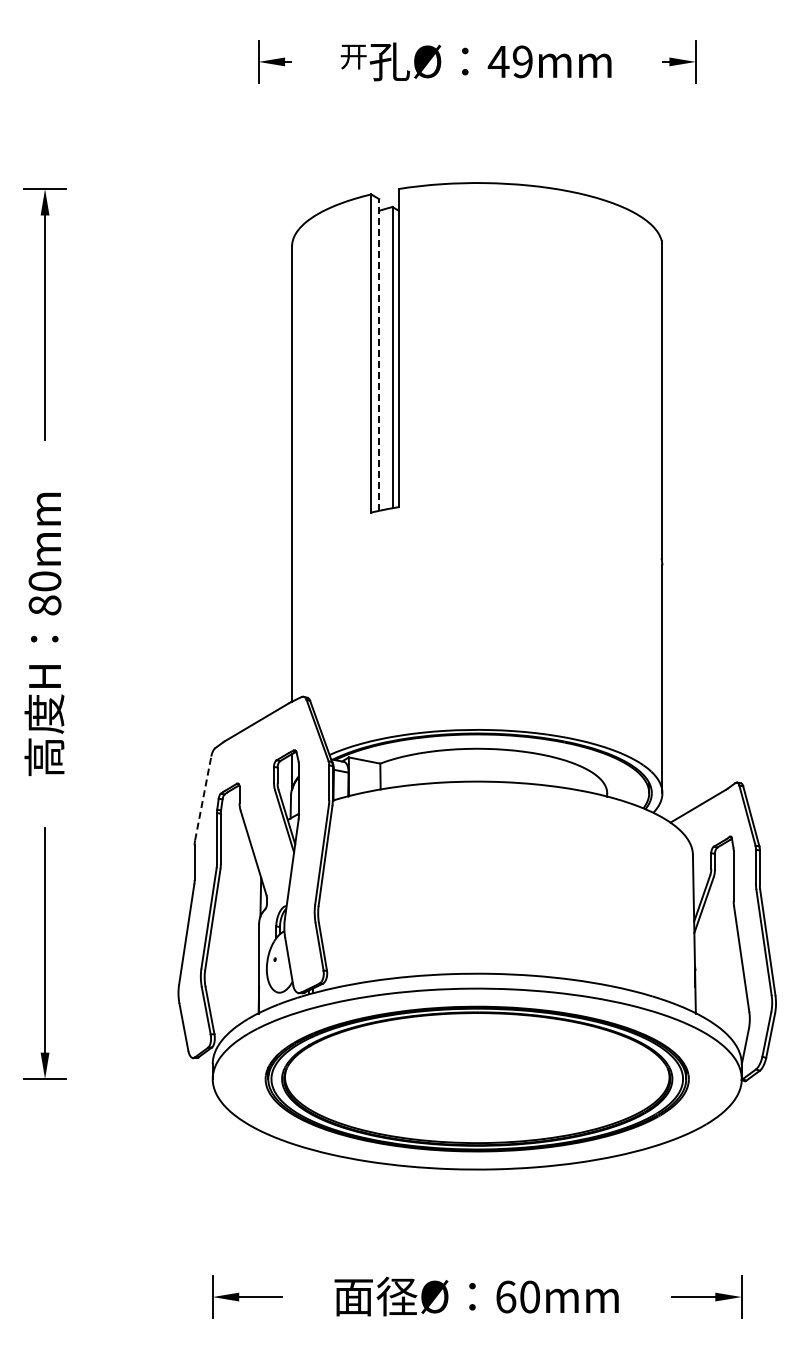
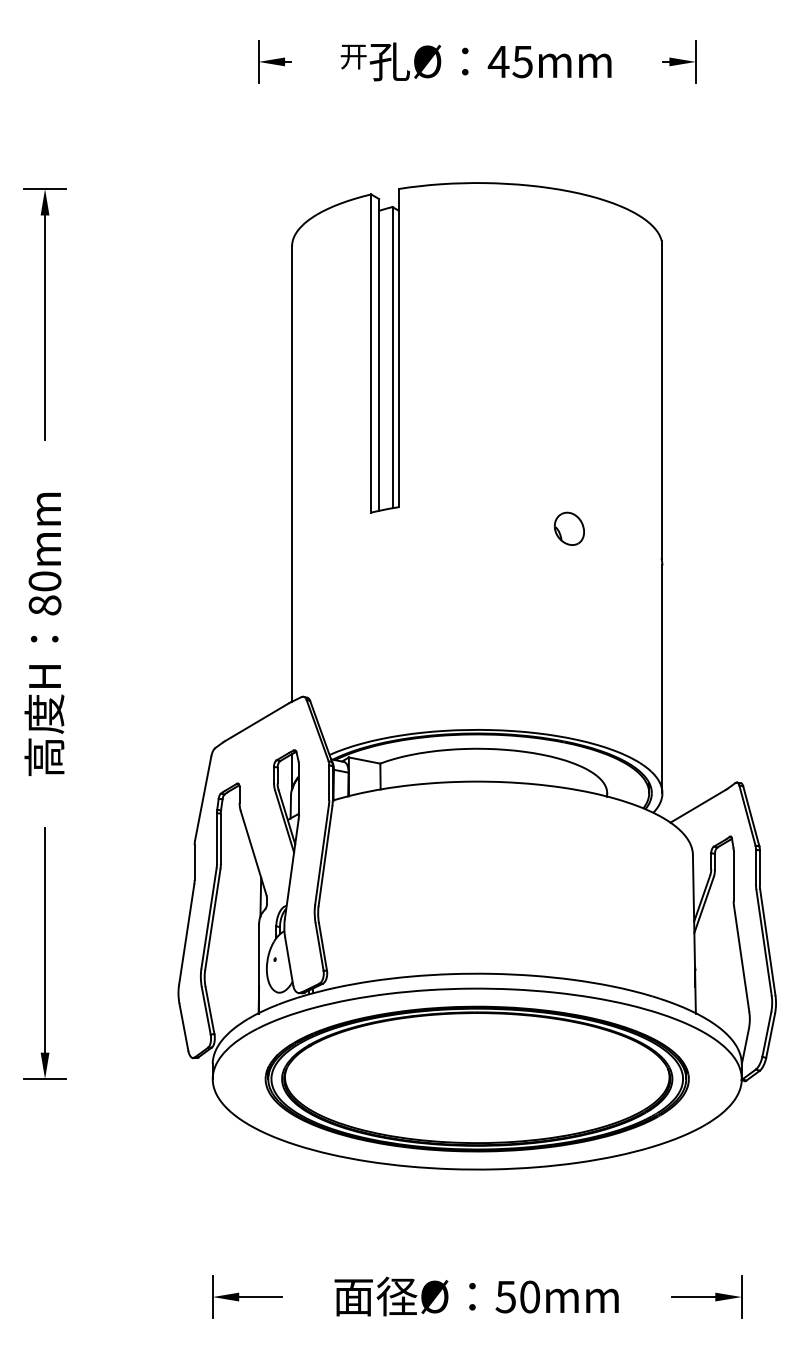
text at (522, 61): 49mm -> 45mm
line at (379, 355): dashed -> solid
part at (568, 528): none -> present
line at (203, 798): dashed -> solid
text at (505, 1296): 60mm -> 50mm
